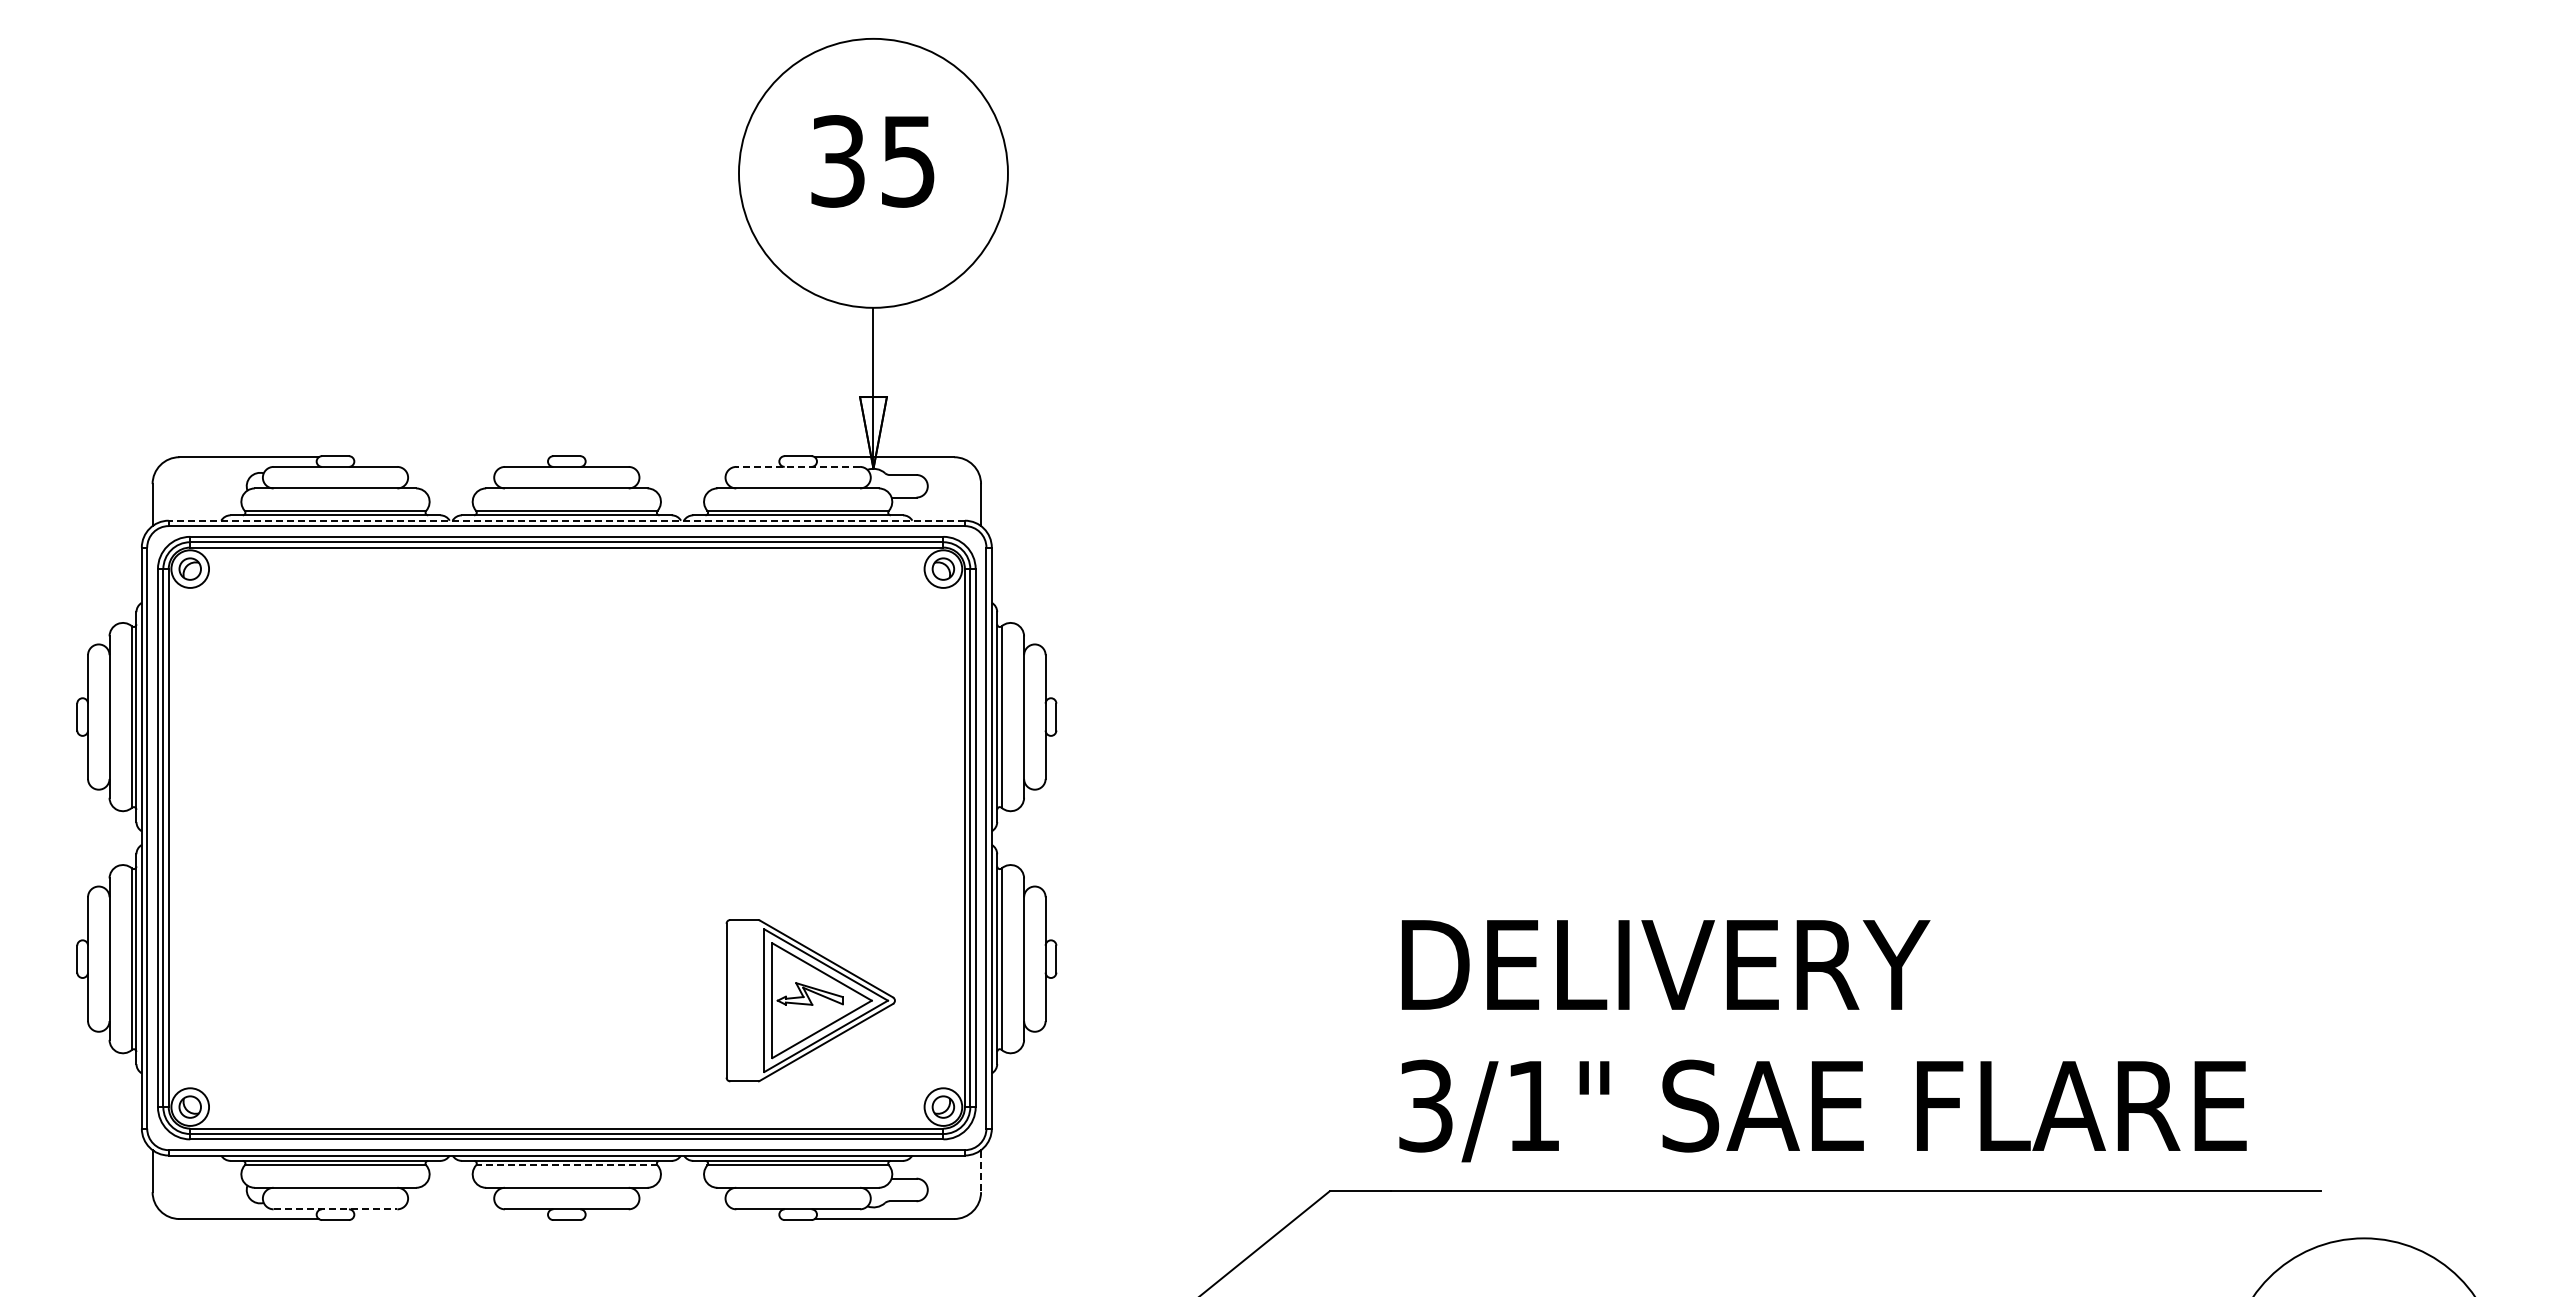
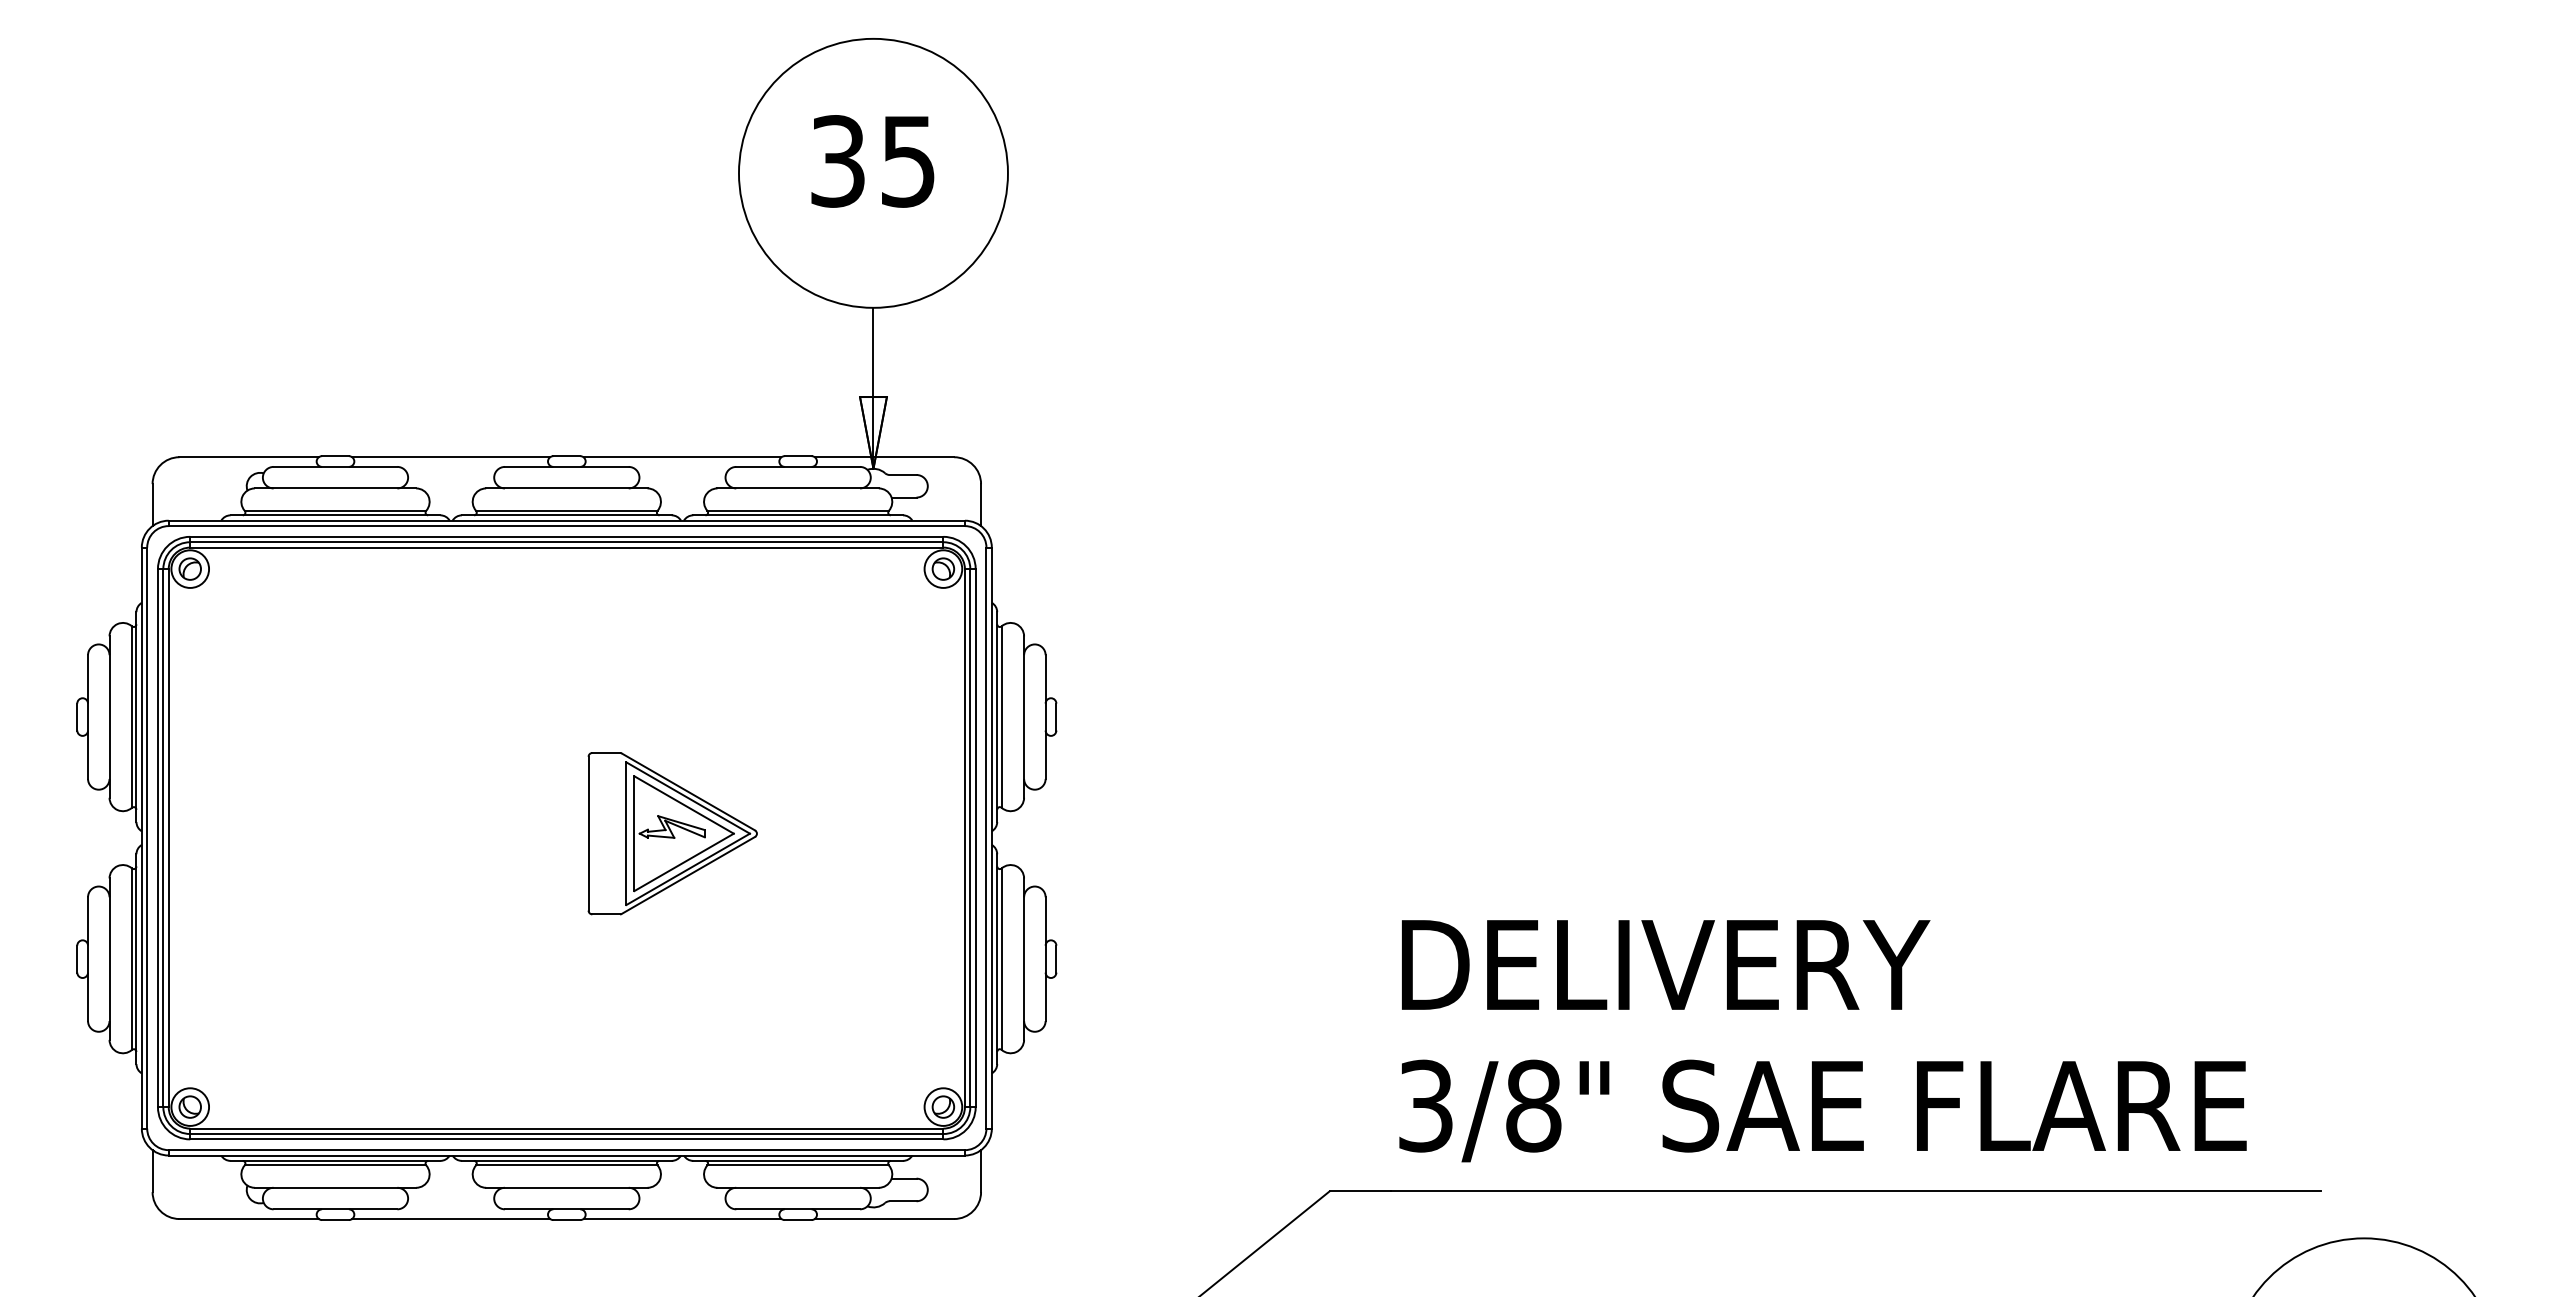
line at (451, 457): none -> present
line at (682, 457): none -> present
line at (798, 466): dashed -> solid
line at (566, 520): dashed -> solid
part at (810, 1000) position: (810, 1000) -> (672, 833)
text at (1533, 1105): 3/1" -> 3/8"
line at (566, 1165): dashed -> solid
line at (981, 1172): dashed -> solid
line at (335, 1209): dashed -> solid
line at (451, 1219): none -> present
line at (682, 1219): none -> present
